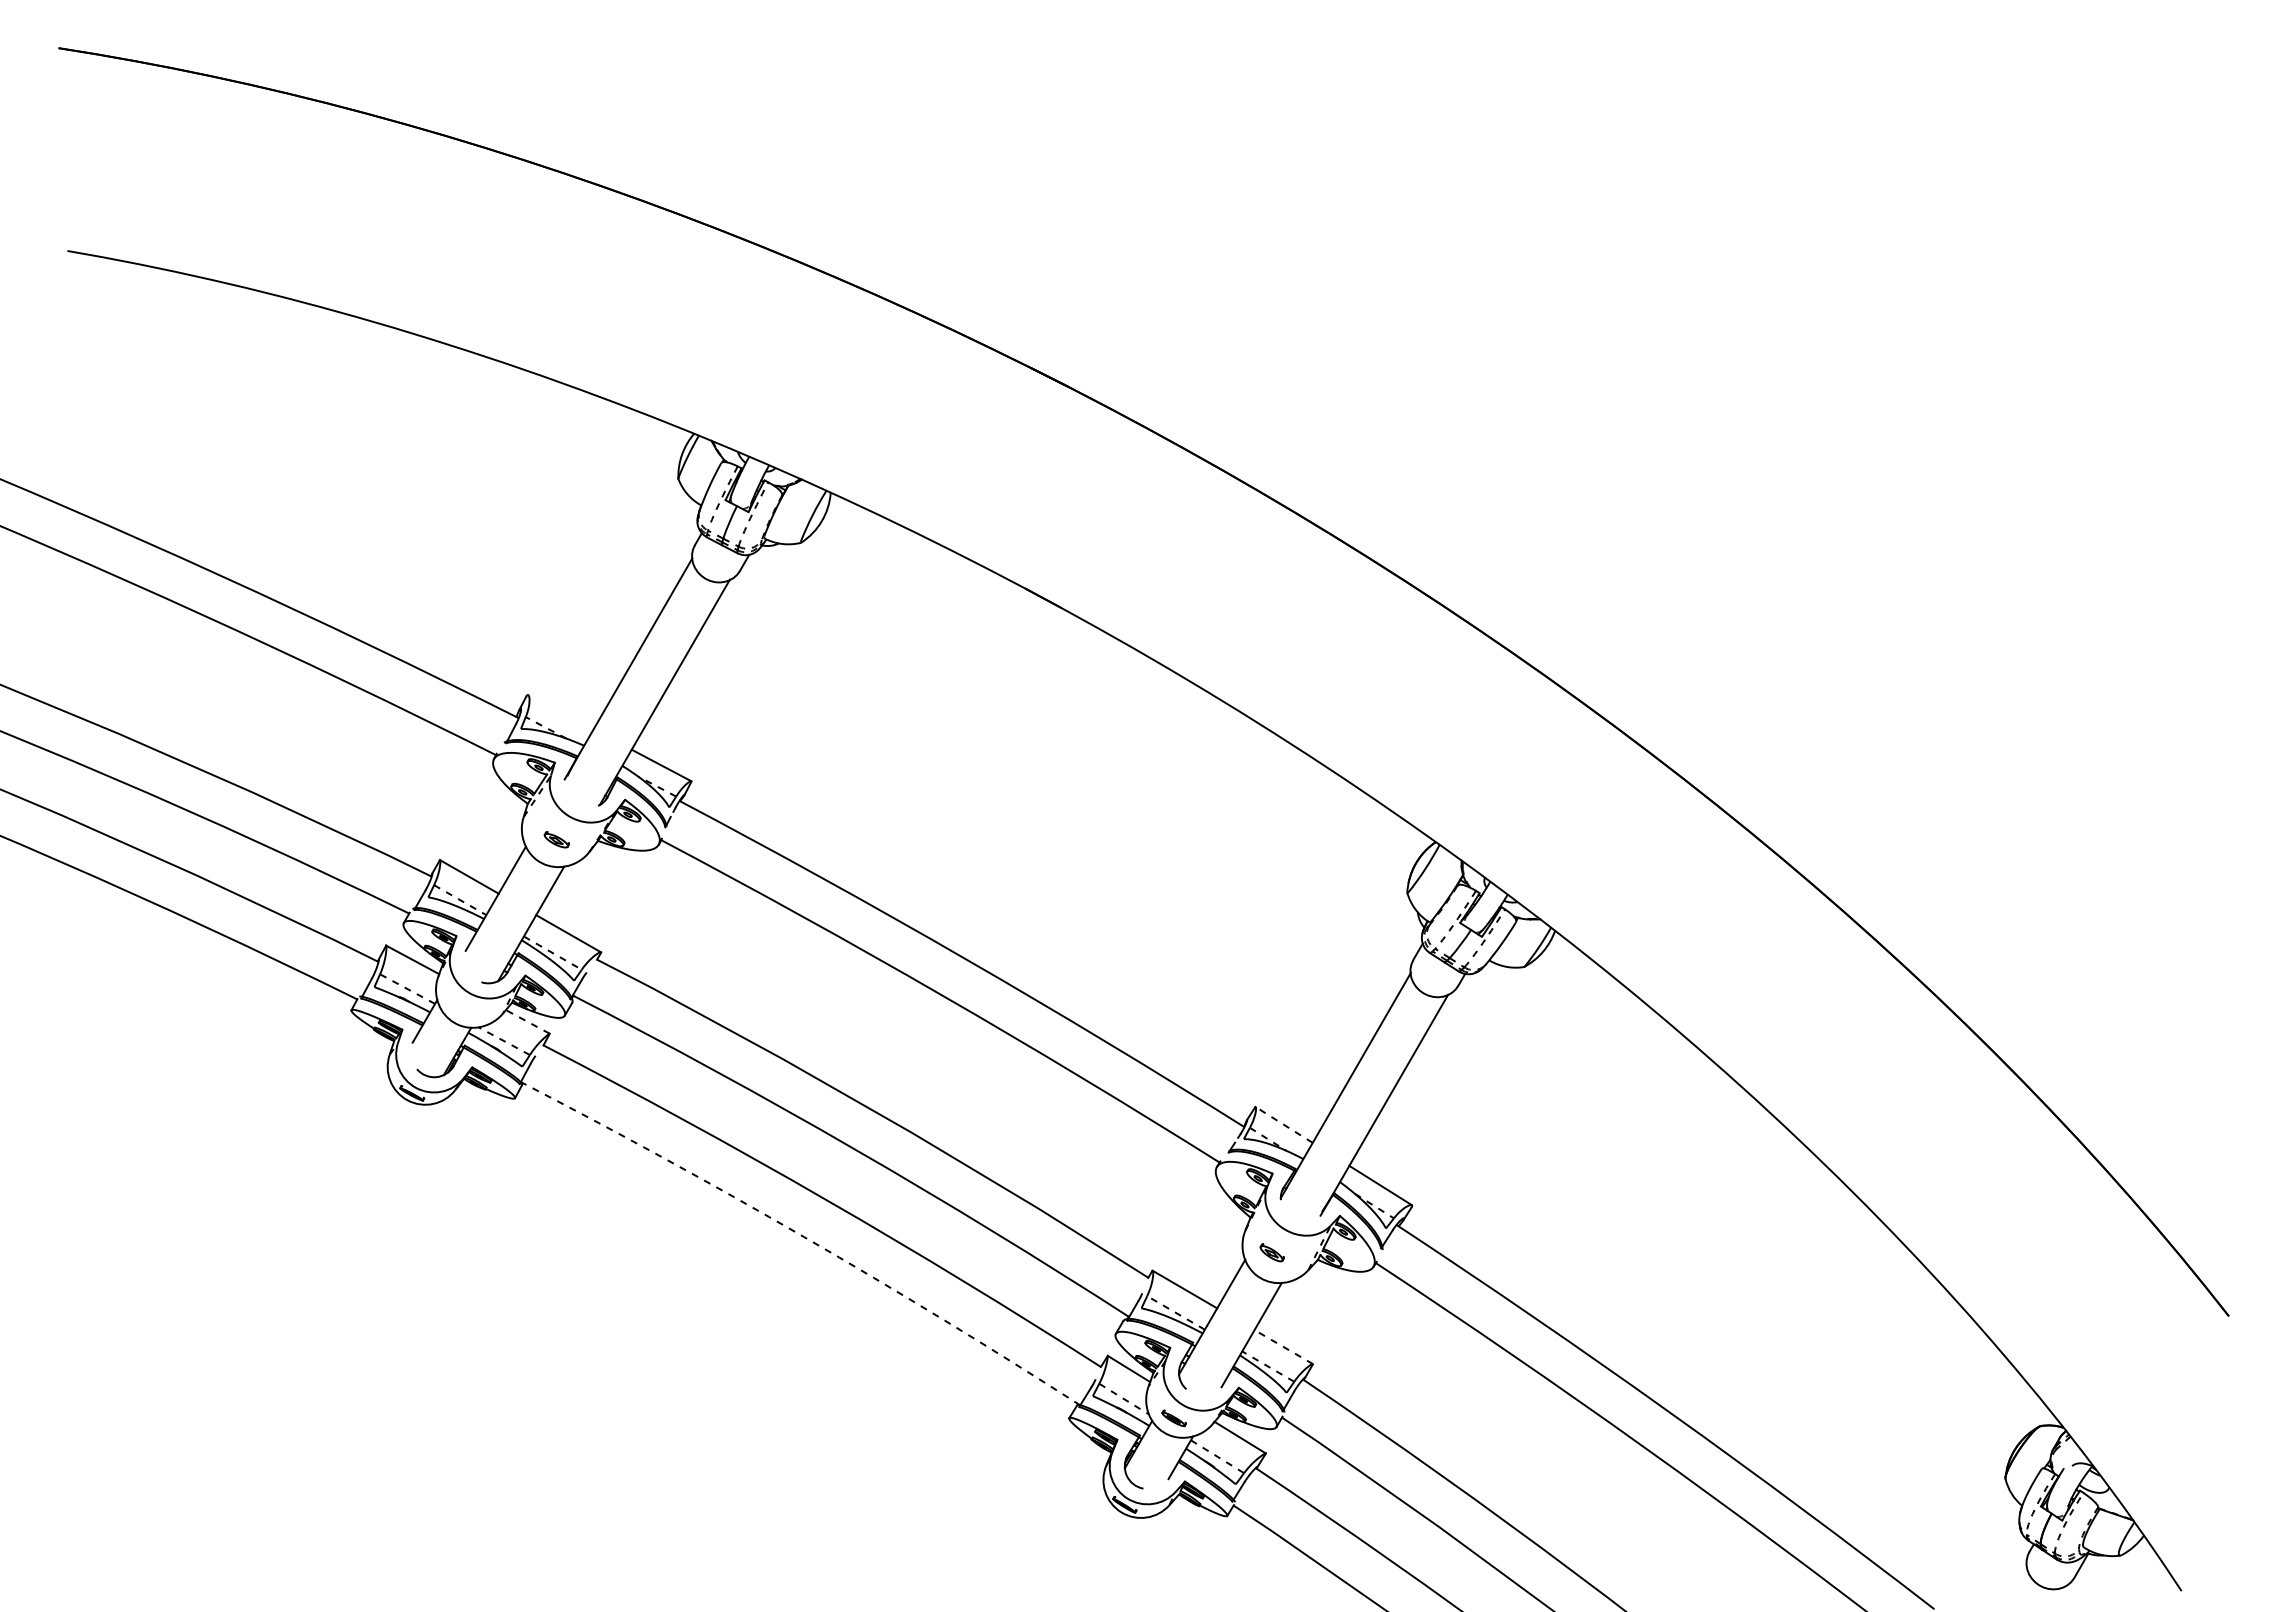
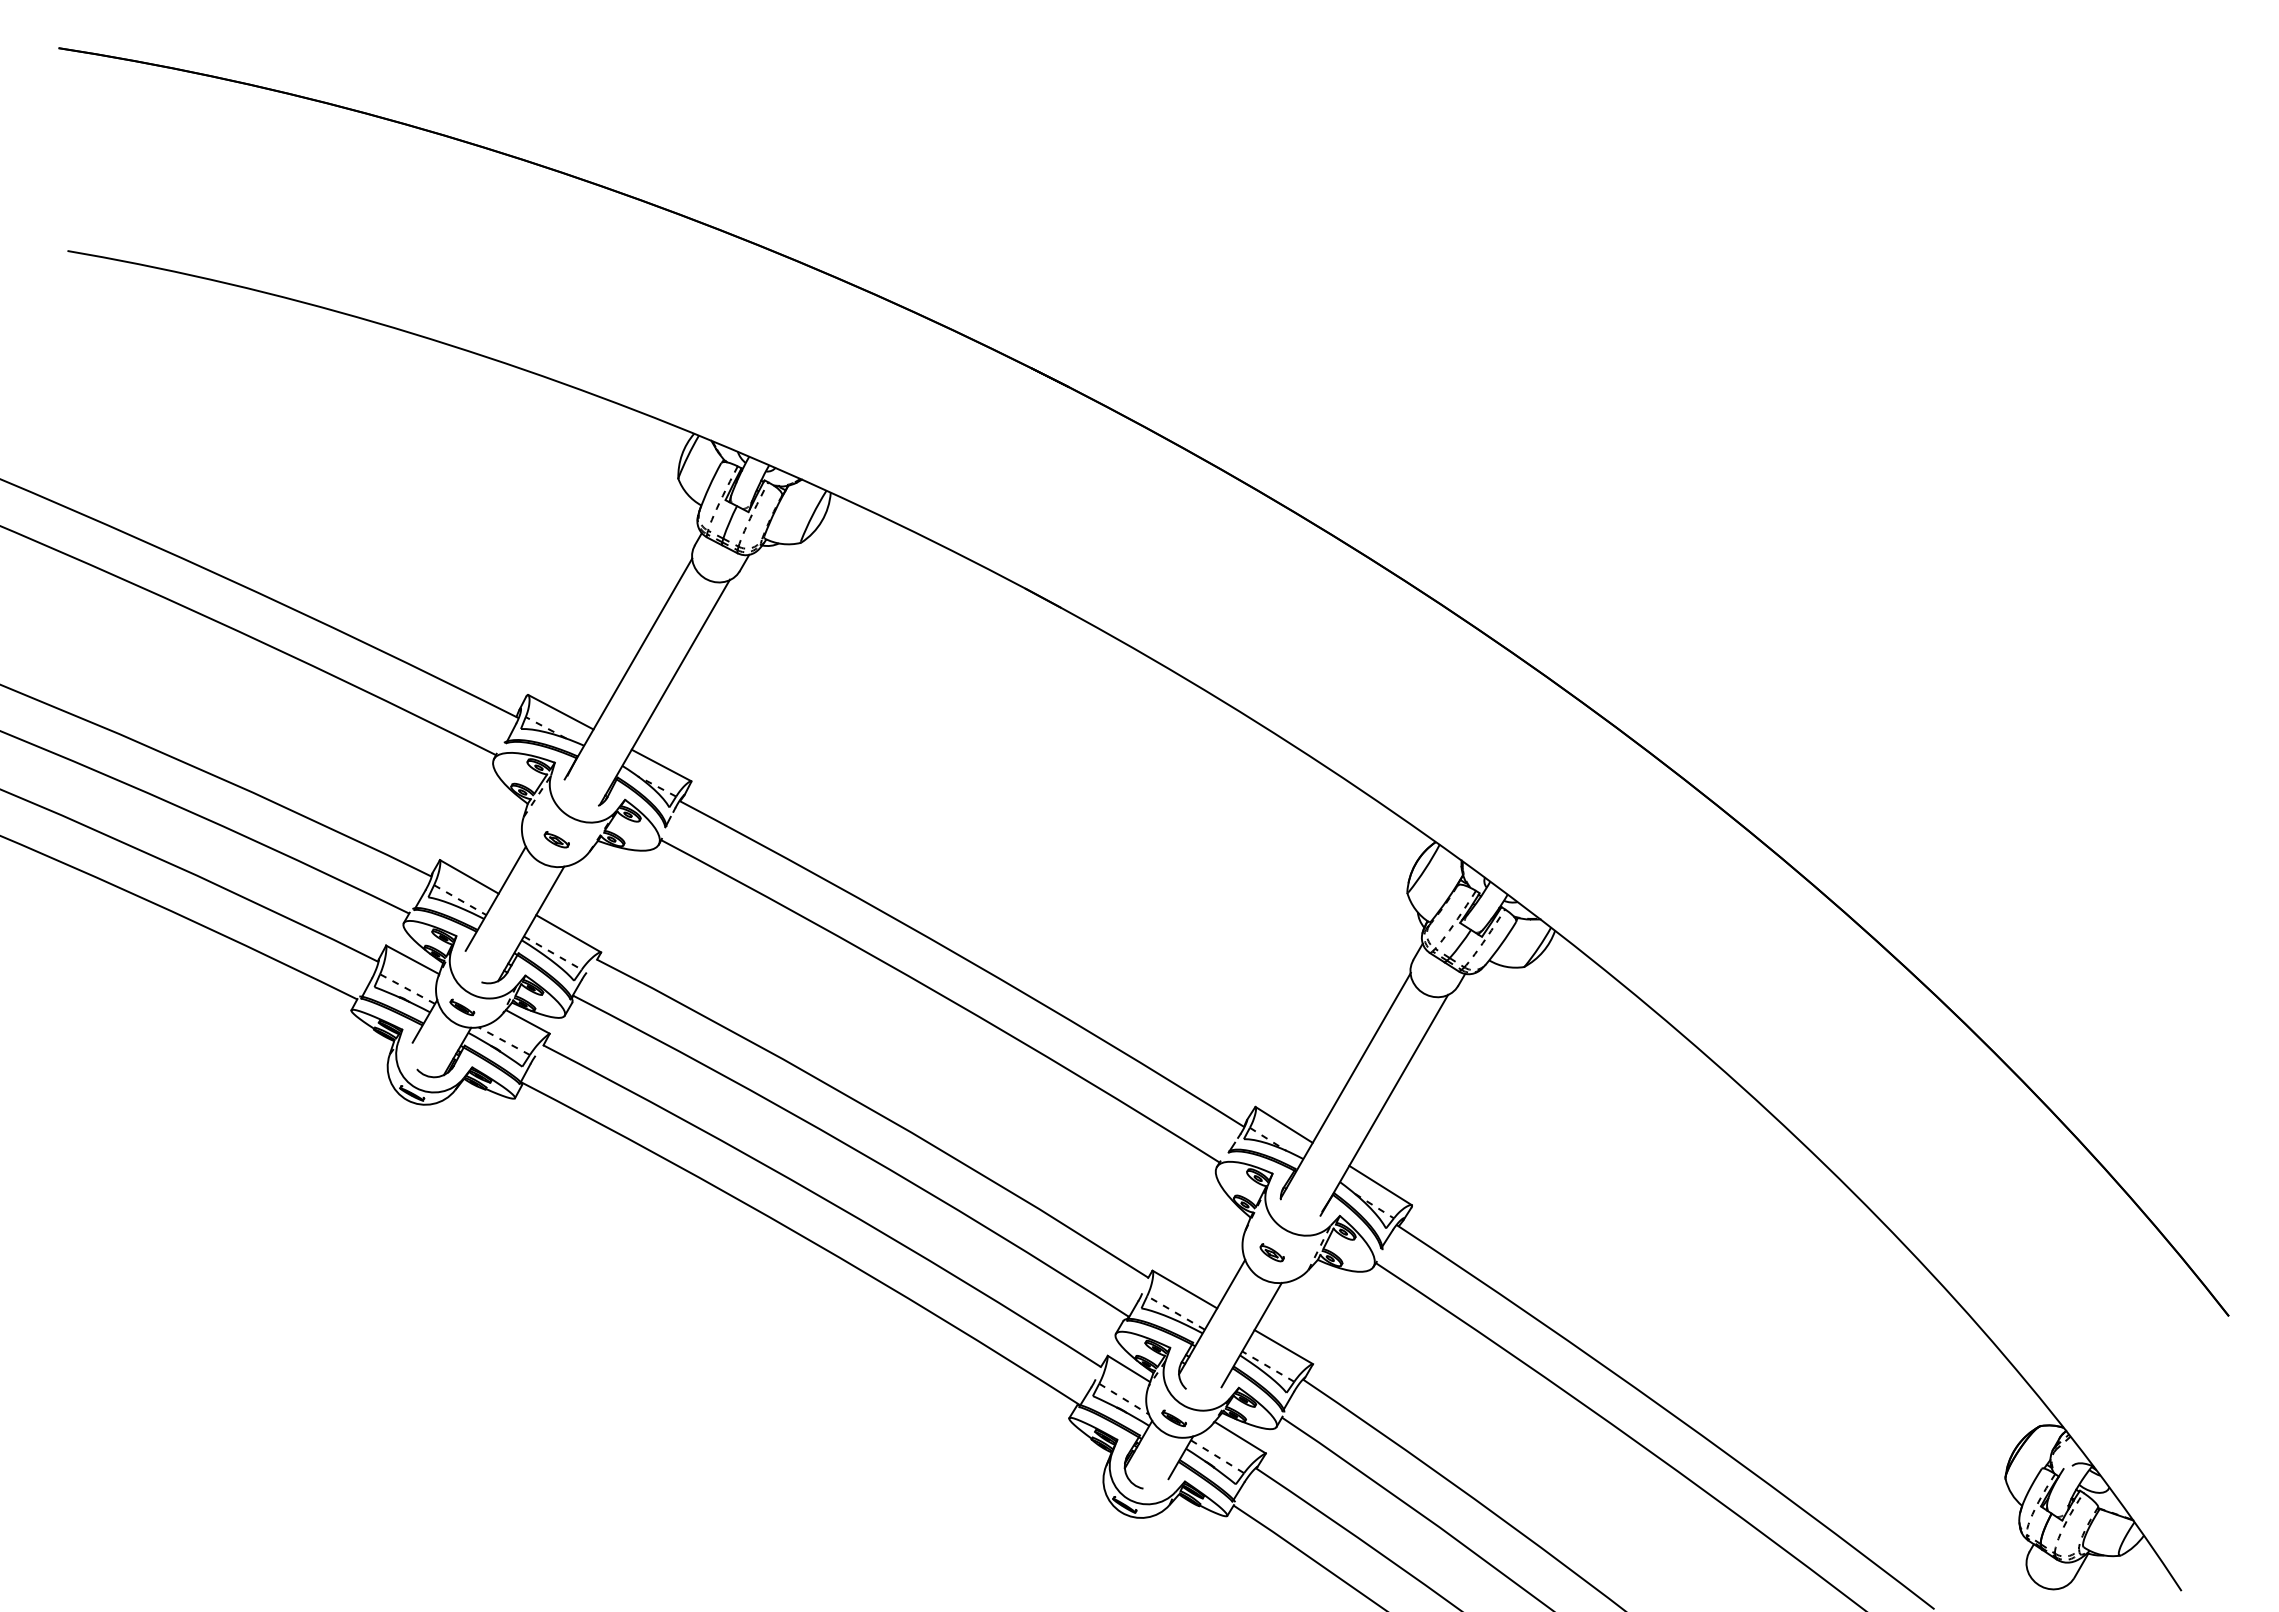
line at (560, 711): none -> present
part at (462, 1007): none -> present
line at (527, 1021): dashed -> solid
line at (1284, 1124): dashed -> solid
arc at (804, 1237): dashed -> solid
line at (1283, 1347): dashed -> solid
